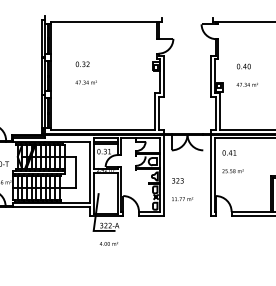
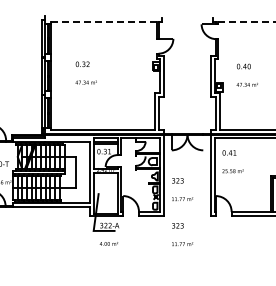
line at (103, 21): solid -> dashed
line at (247, 21): solid -> dashed
part at (182, 234): none -> present
